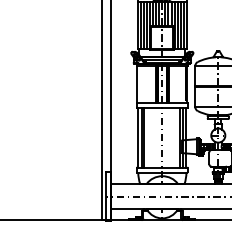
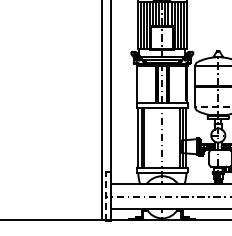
line at (212, 106): solid -> dashed
line at (106, 196): solid -> dashed
